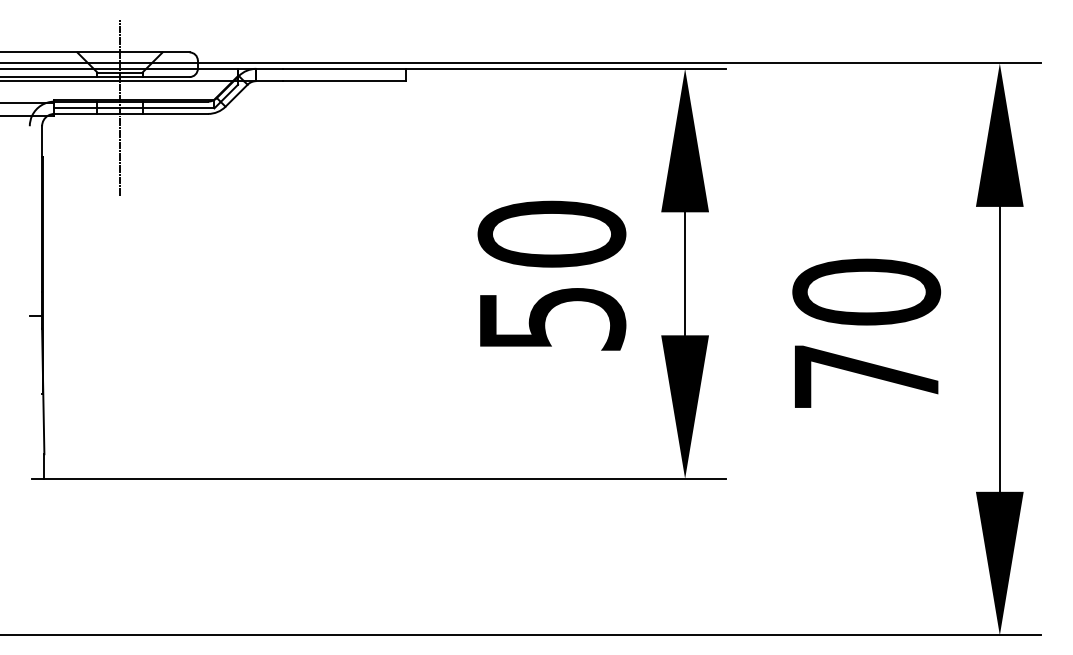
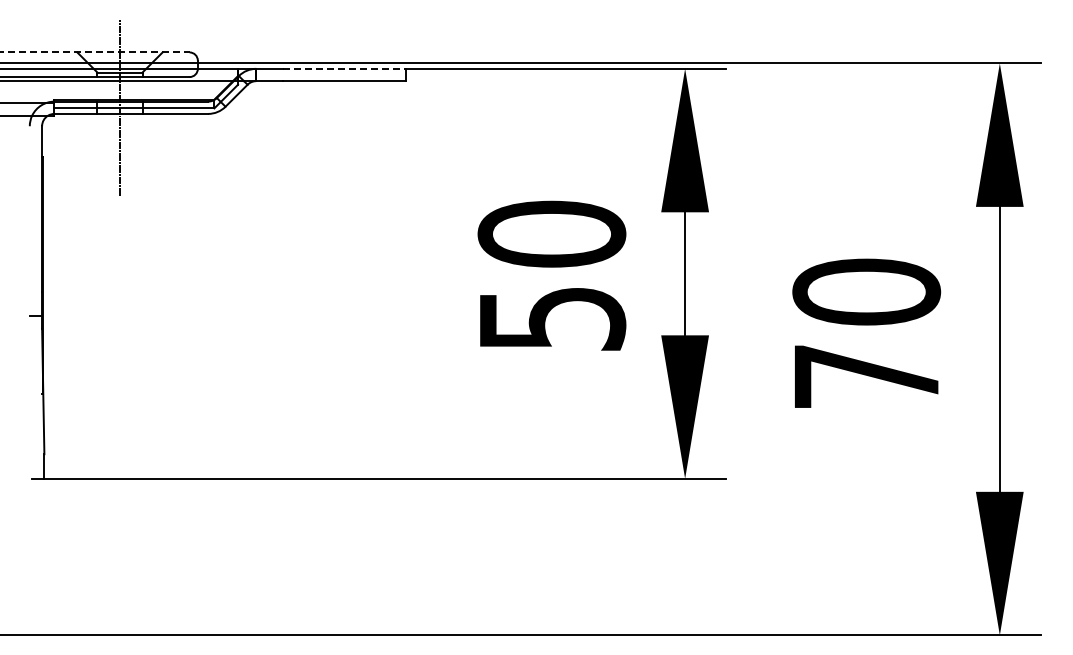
line at (95, 52): solid -> dashed
line at (344, 68): solid -> dashed
